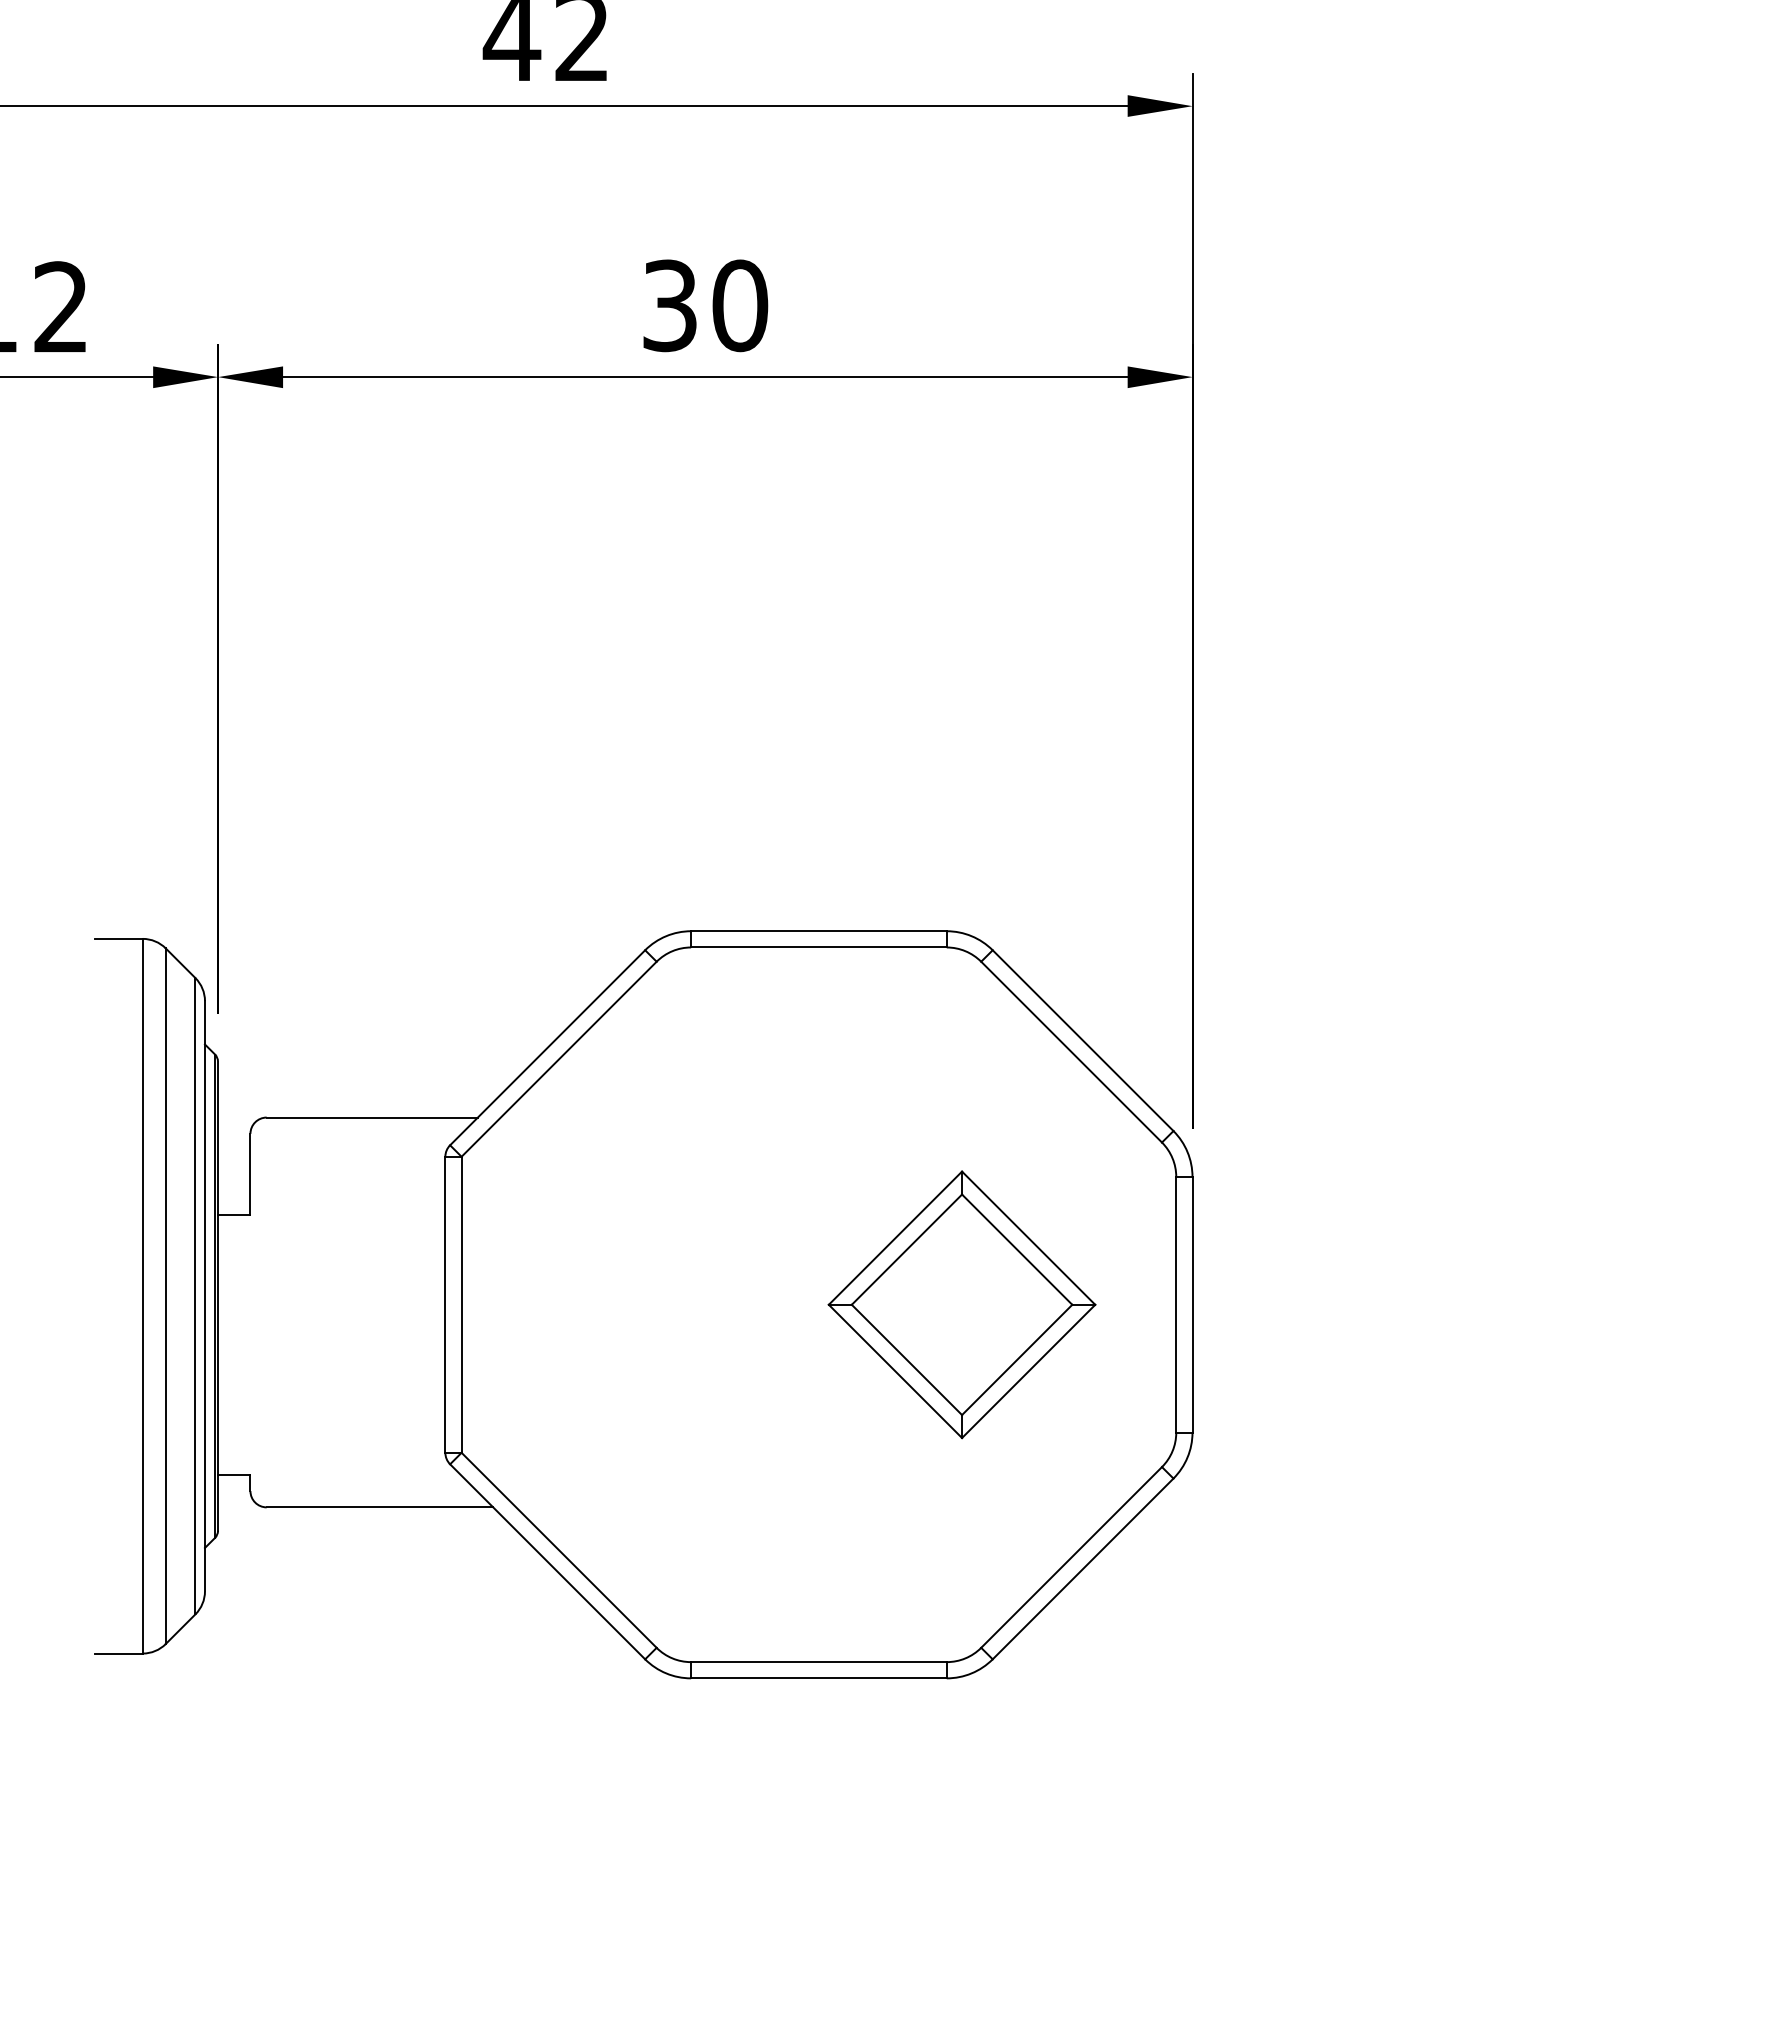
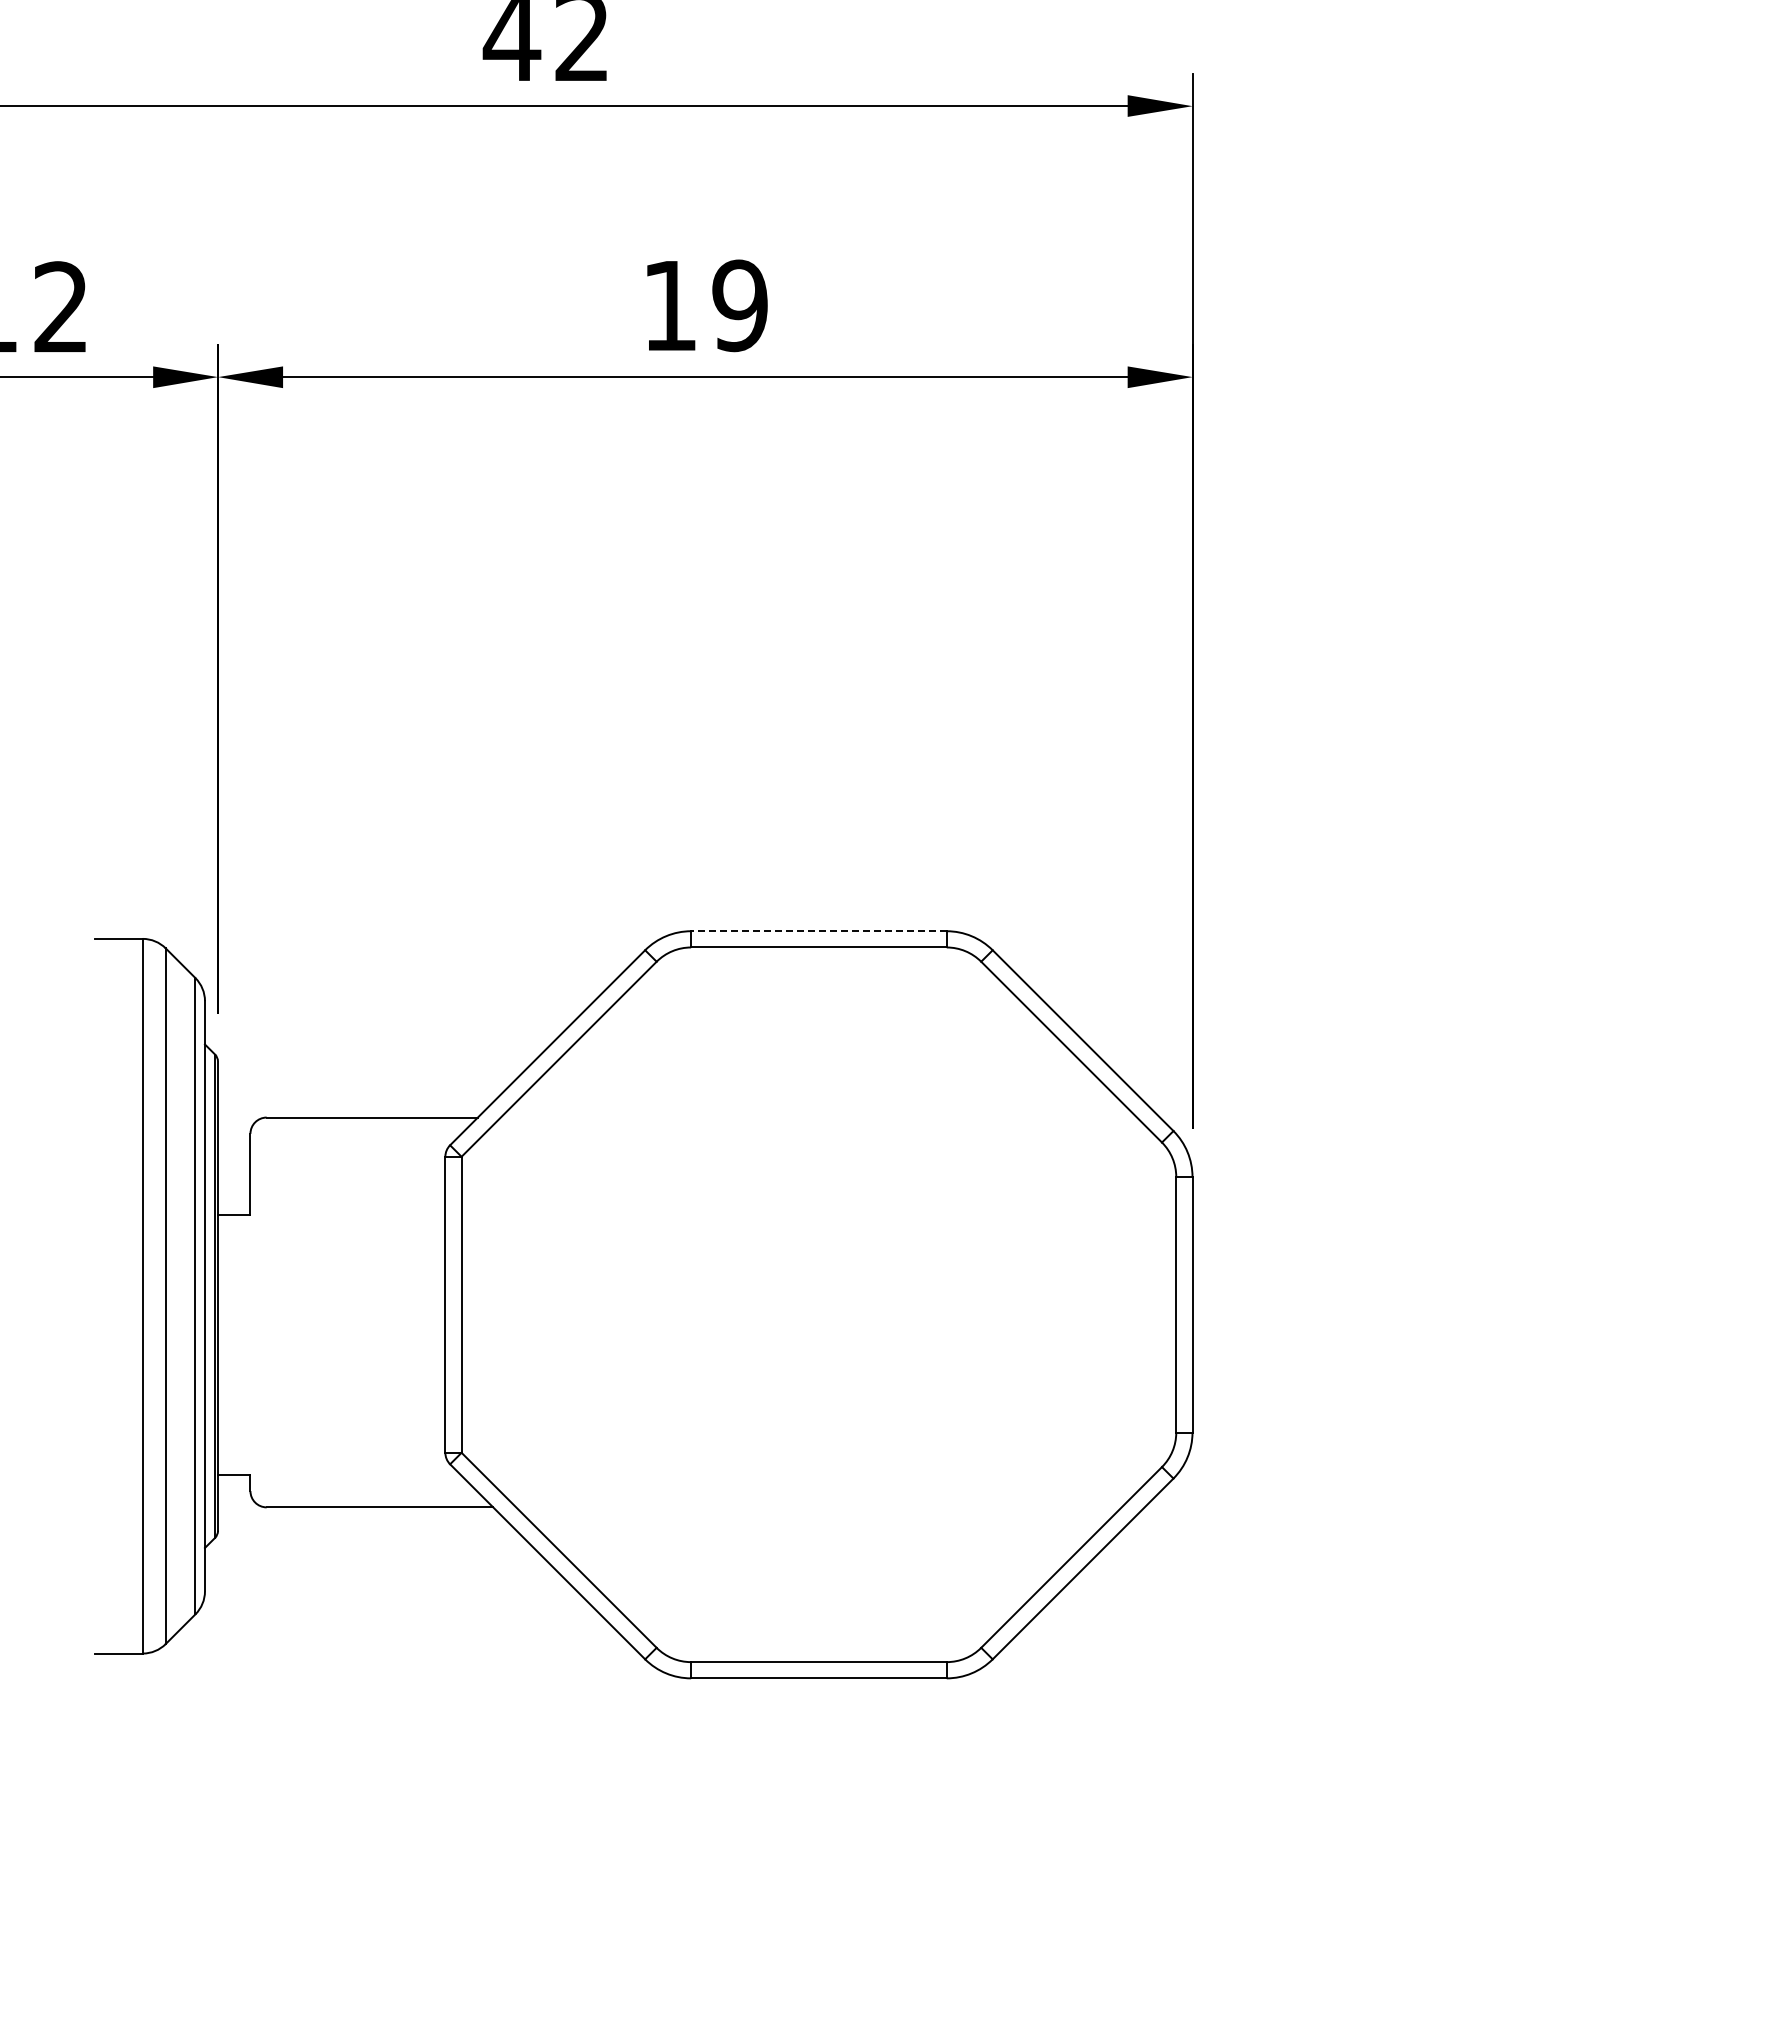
text at (705, 305): 30 -> 19
line at (818, 931): solid -> dashed
part at (961, 1304): present -> none
